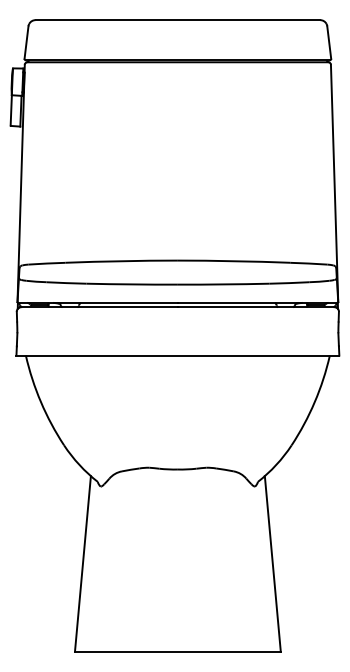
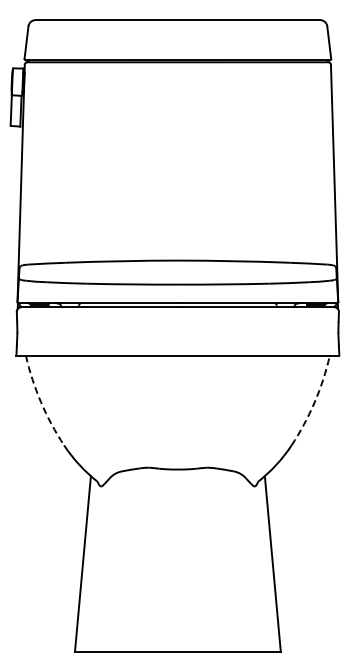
arc at (40, 402): solid -> dashed
arc at (314, 402): solid -> dashed
